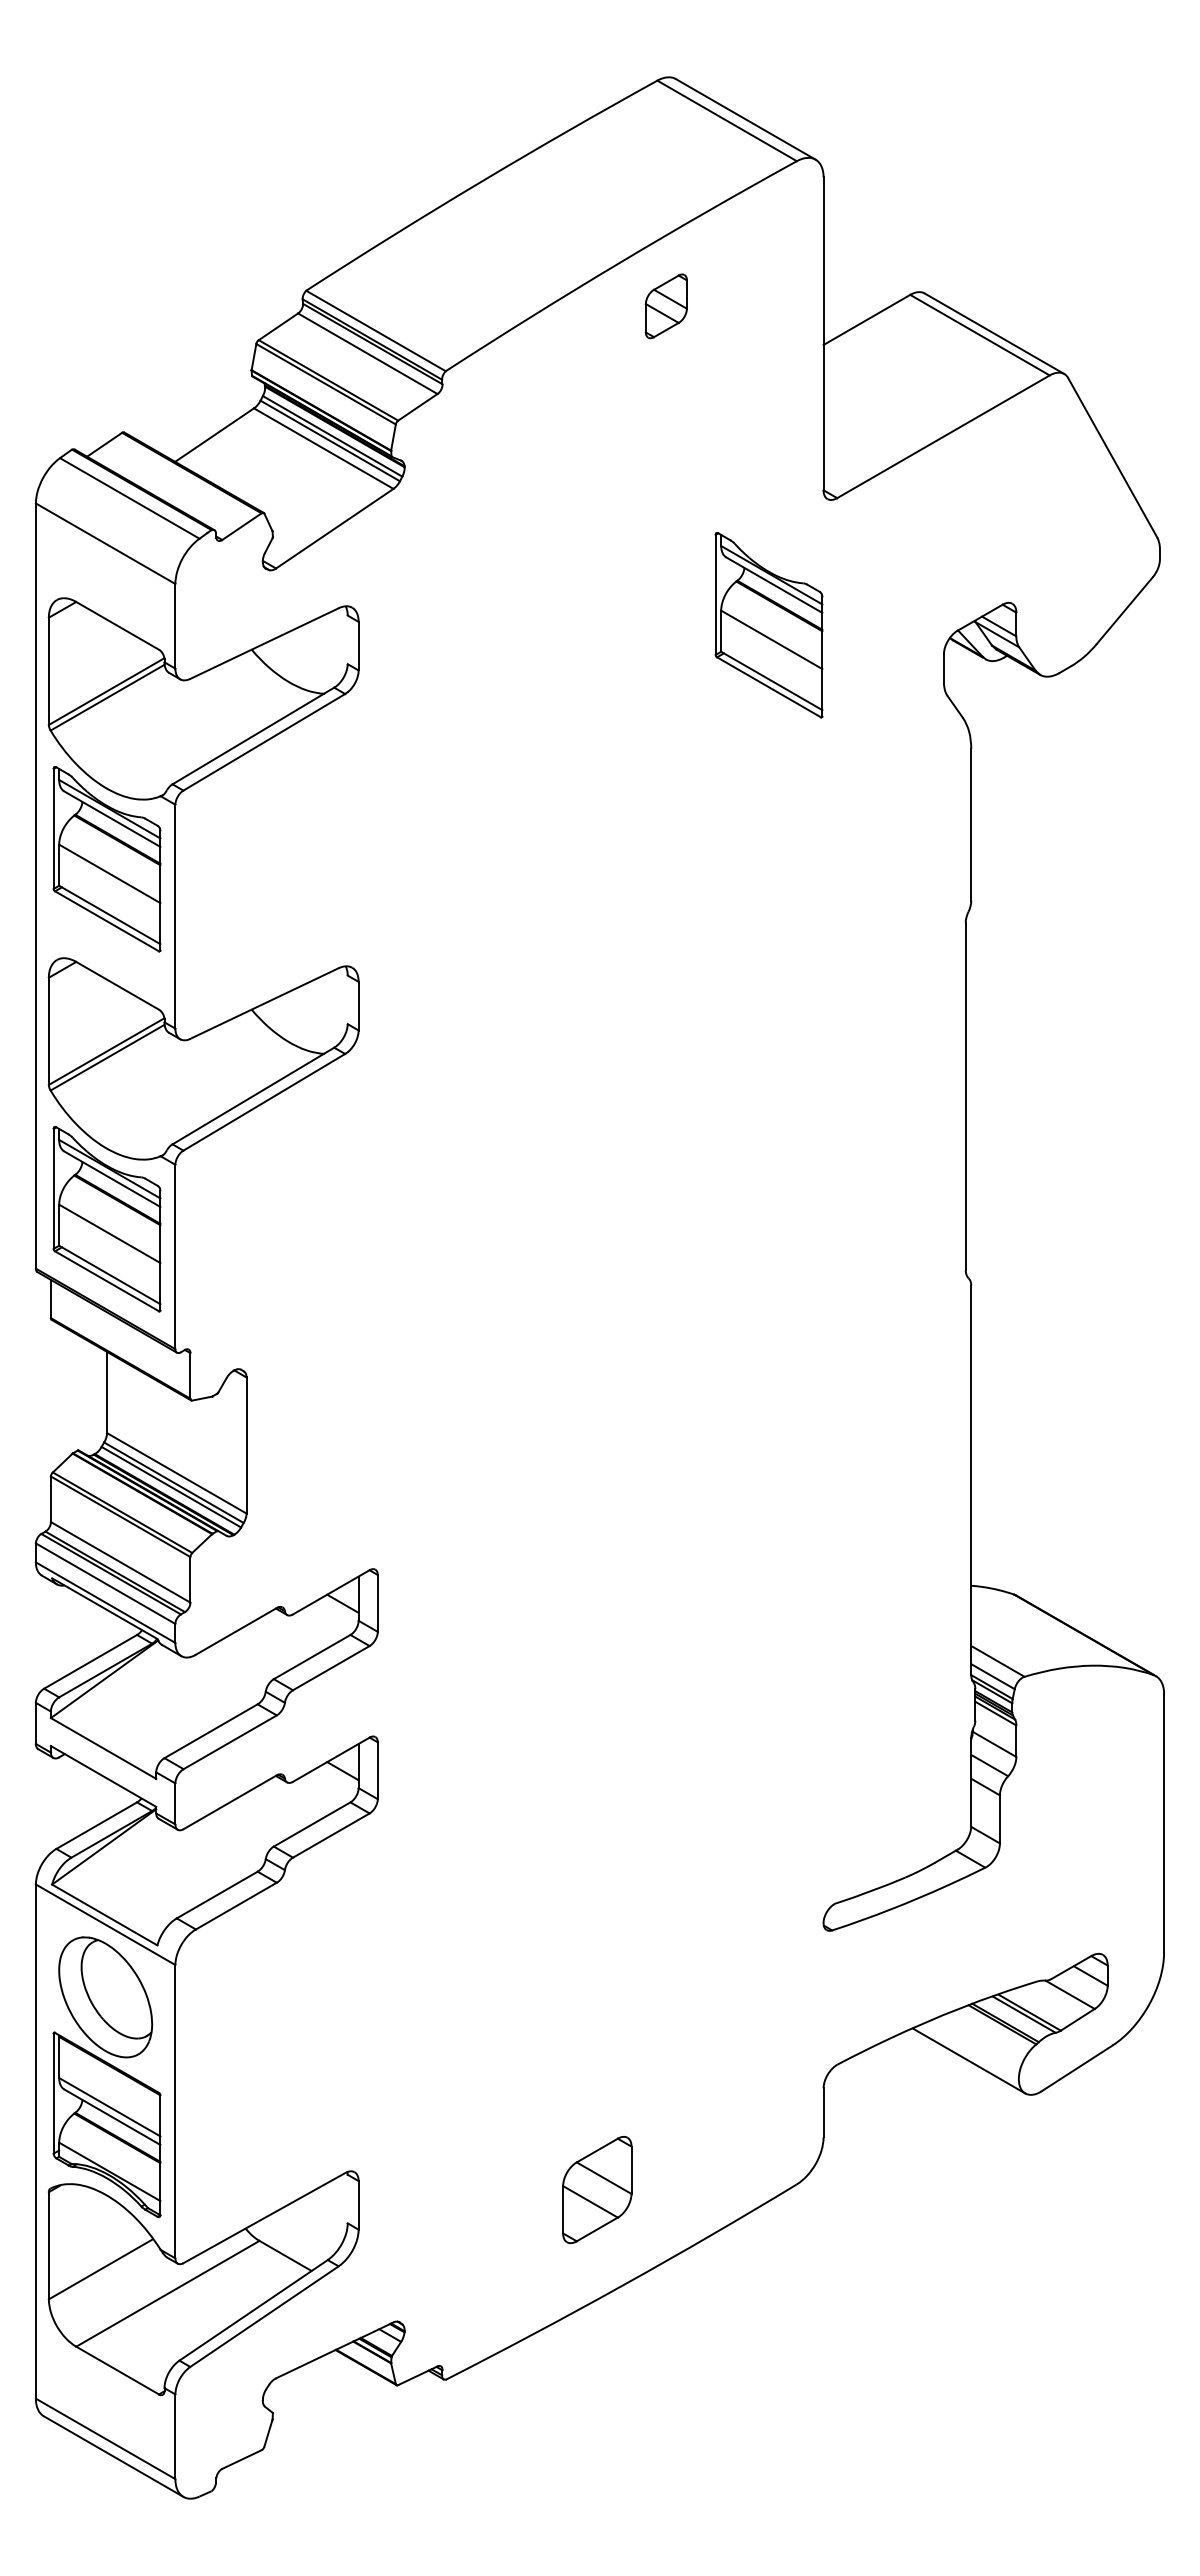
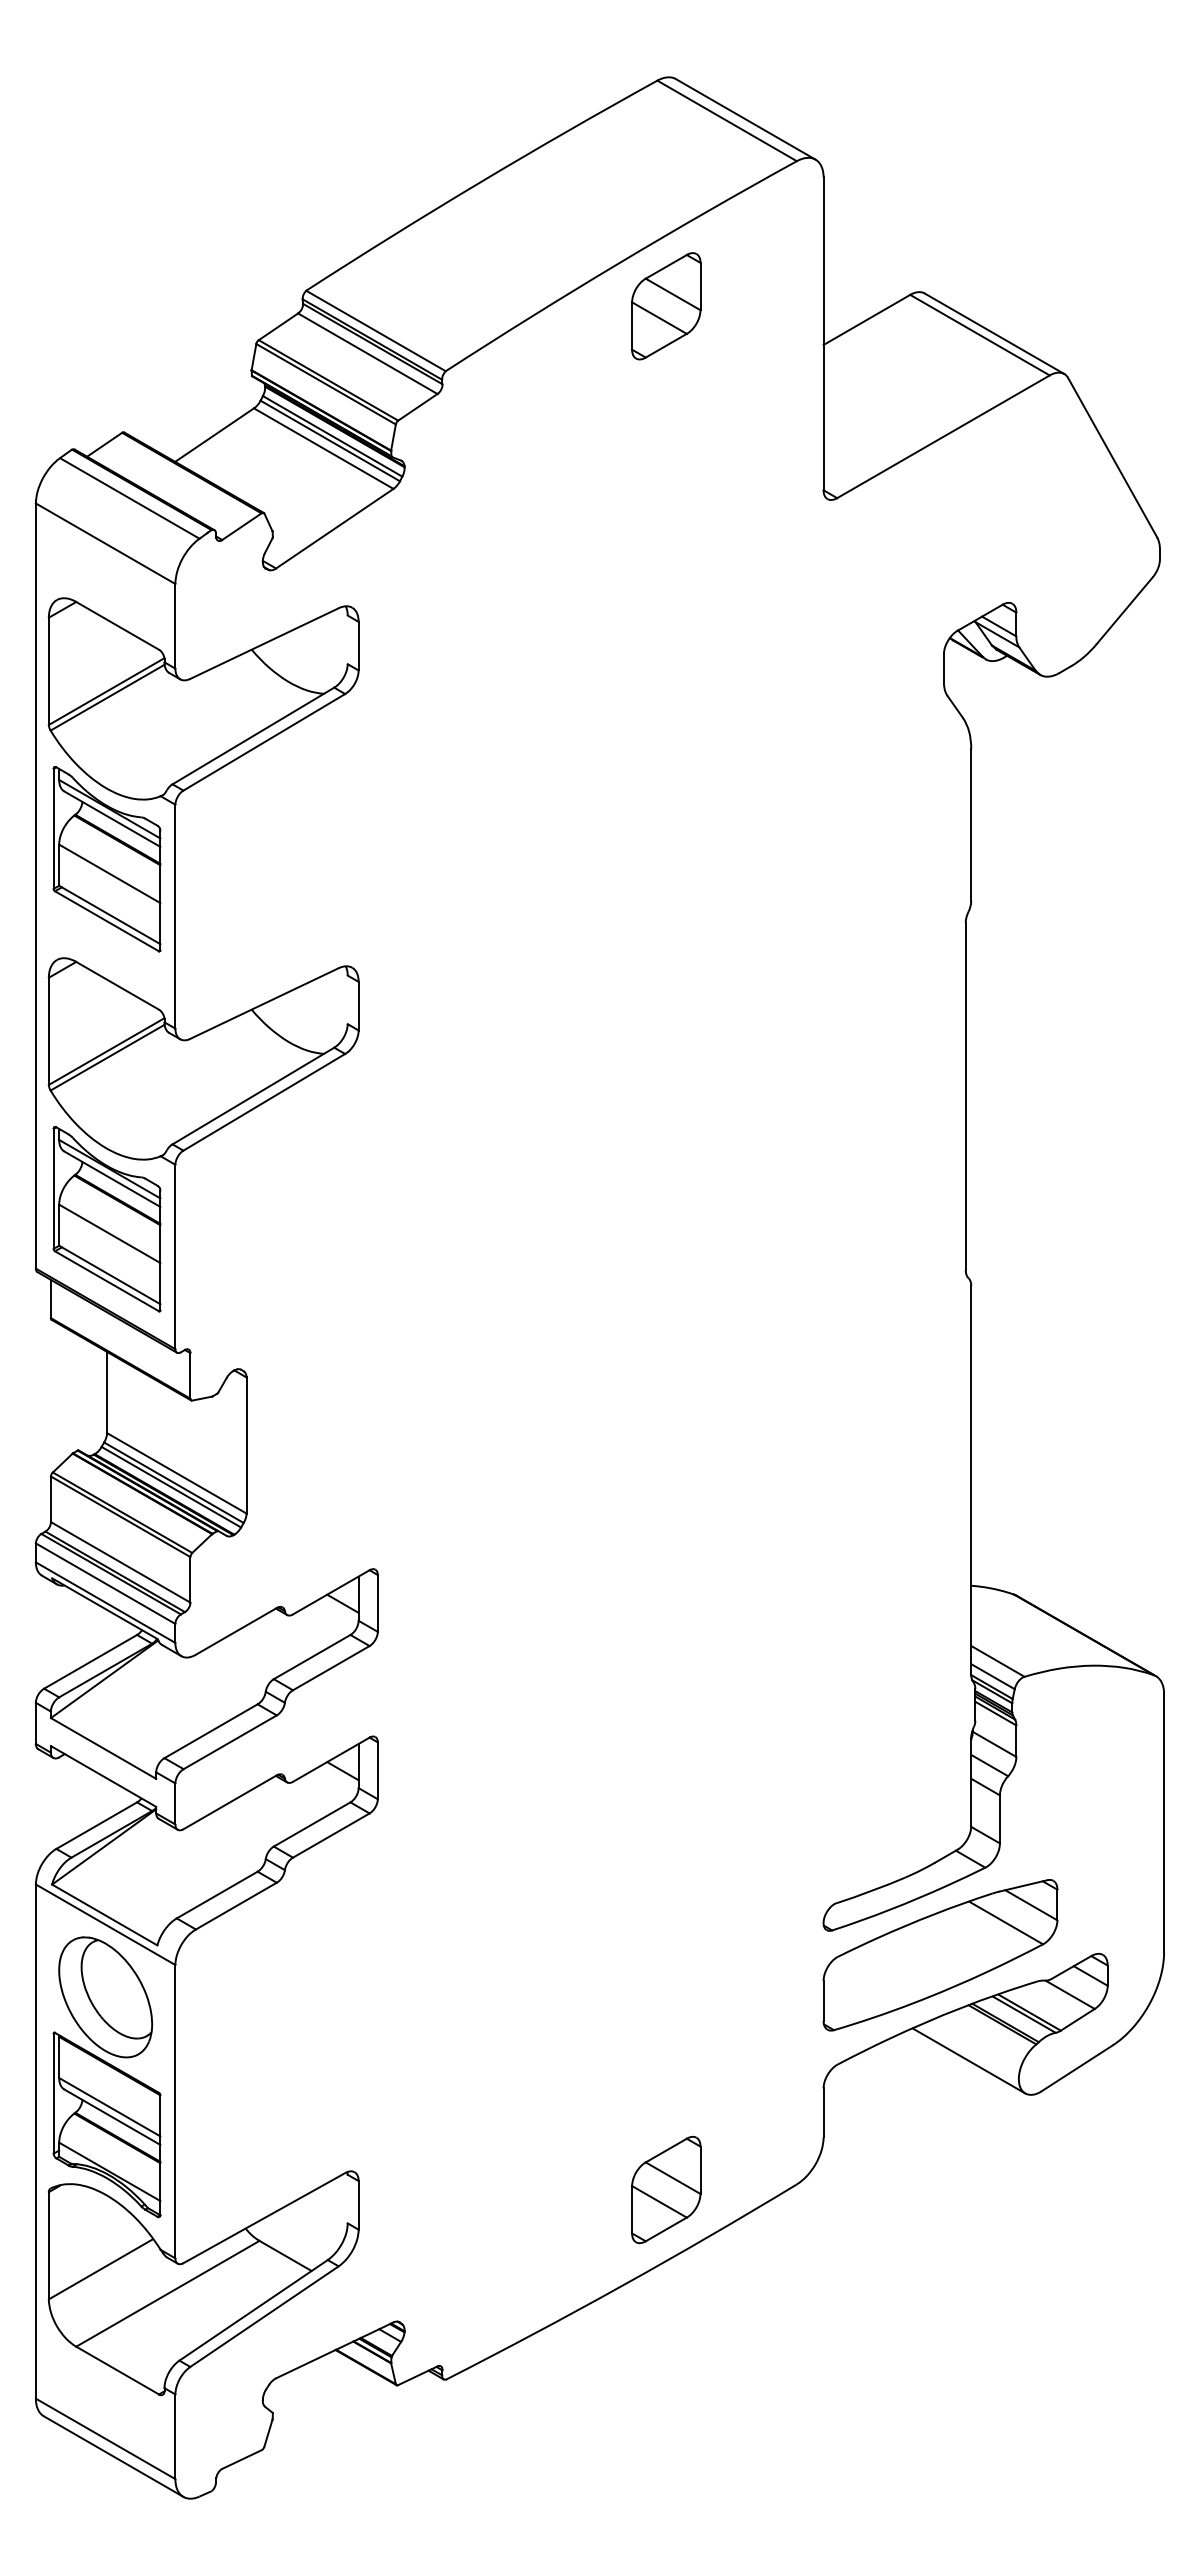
part at (665, 306) size: 44x67 px -> 71x109 px
part at (768, 625): present -> none
part at (940, 1955): none -> present
part at (597, 2190) position: (597, 2190) -> (666, 2190)
